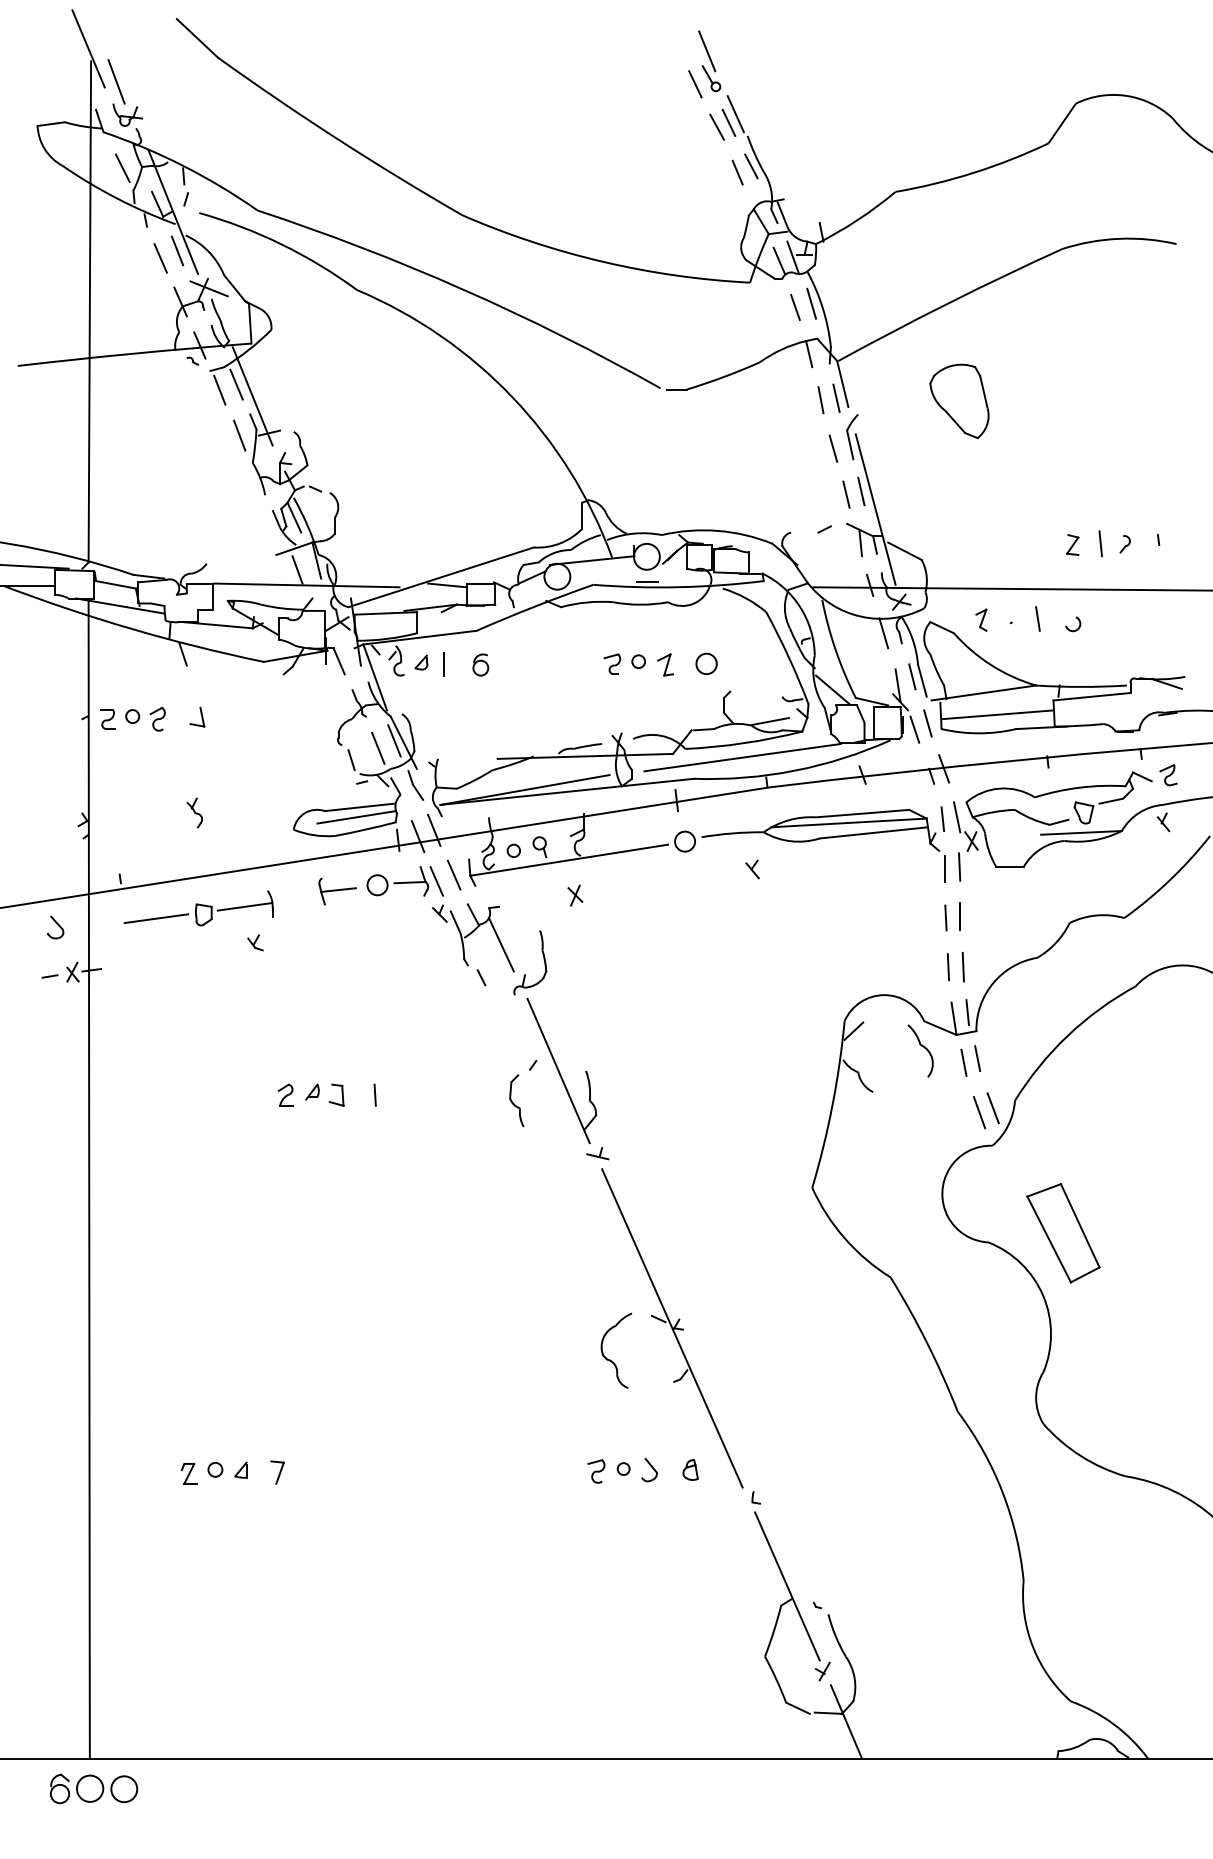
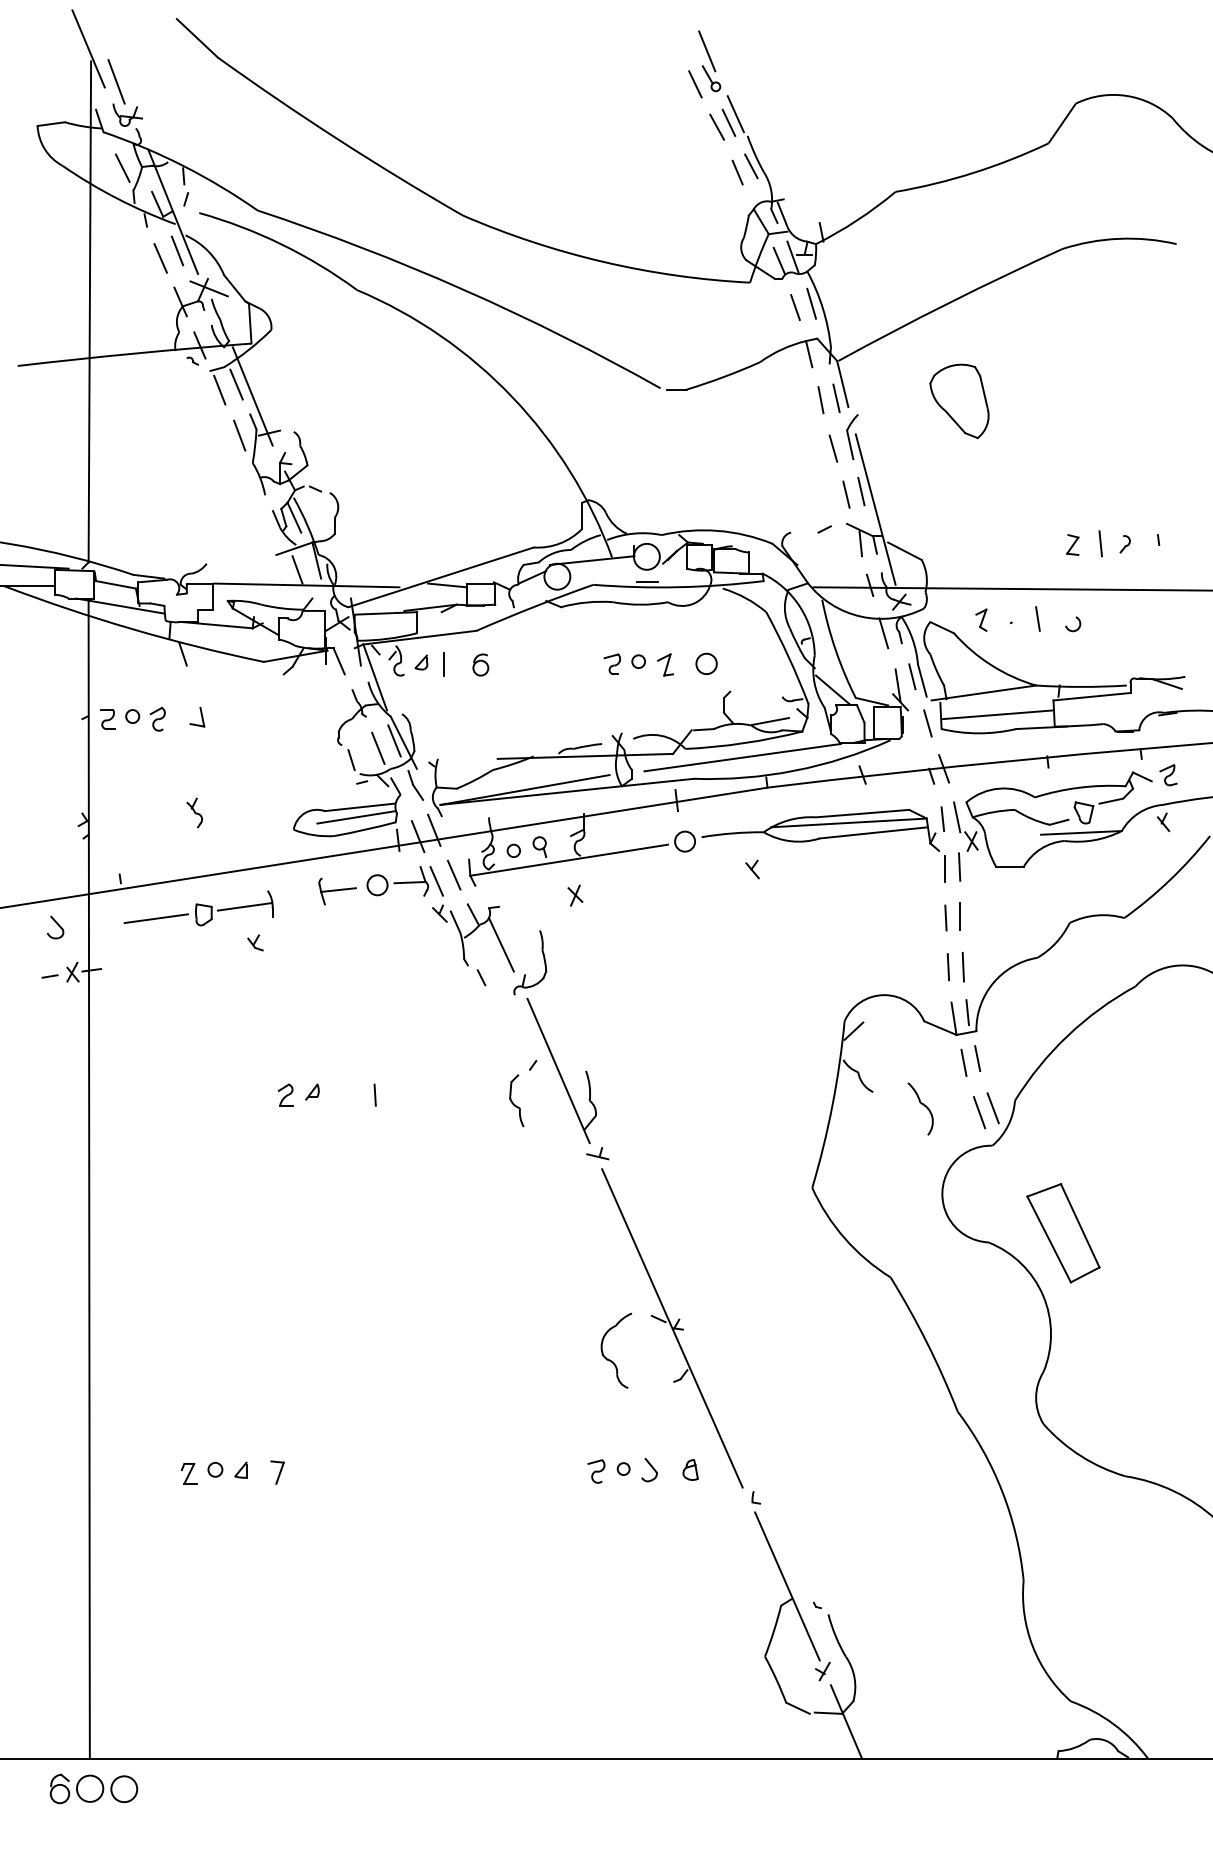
line at (914, 729): present -> none
part at (920, 1050) position: (920, 1050) -> (920, 1108)
part at (336, 1094): present -> none
